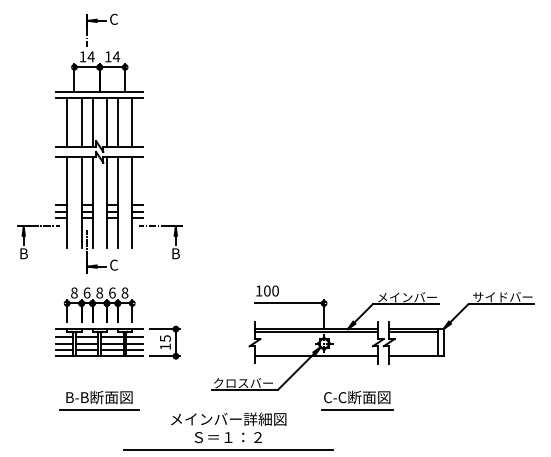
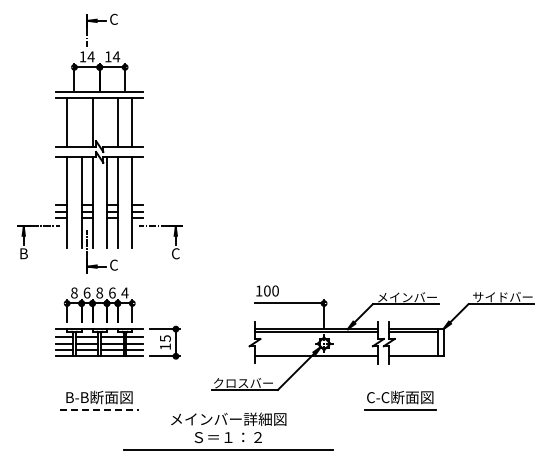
line at (81, 121): present -> none
line at (107, 121): present -> none
text at (175, 253): B -> C
text at (124, 292): 8 -> 4
part at (357, 400) position: (357, 400) -> (400, 400)
line at (99, 410): solid -> dashed
